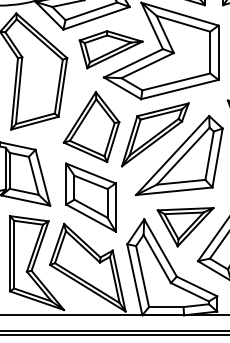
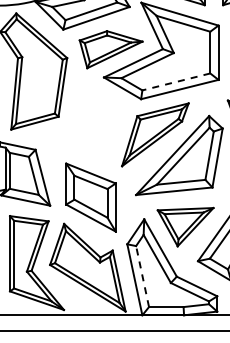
line at (176, 81): solid -> dashed
part at (91, 126): present -> none
line at (142, 276): solid -> dashed
line at (114, 335): present -> none
